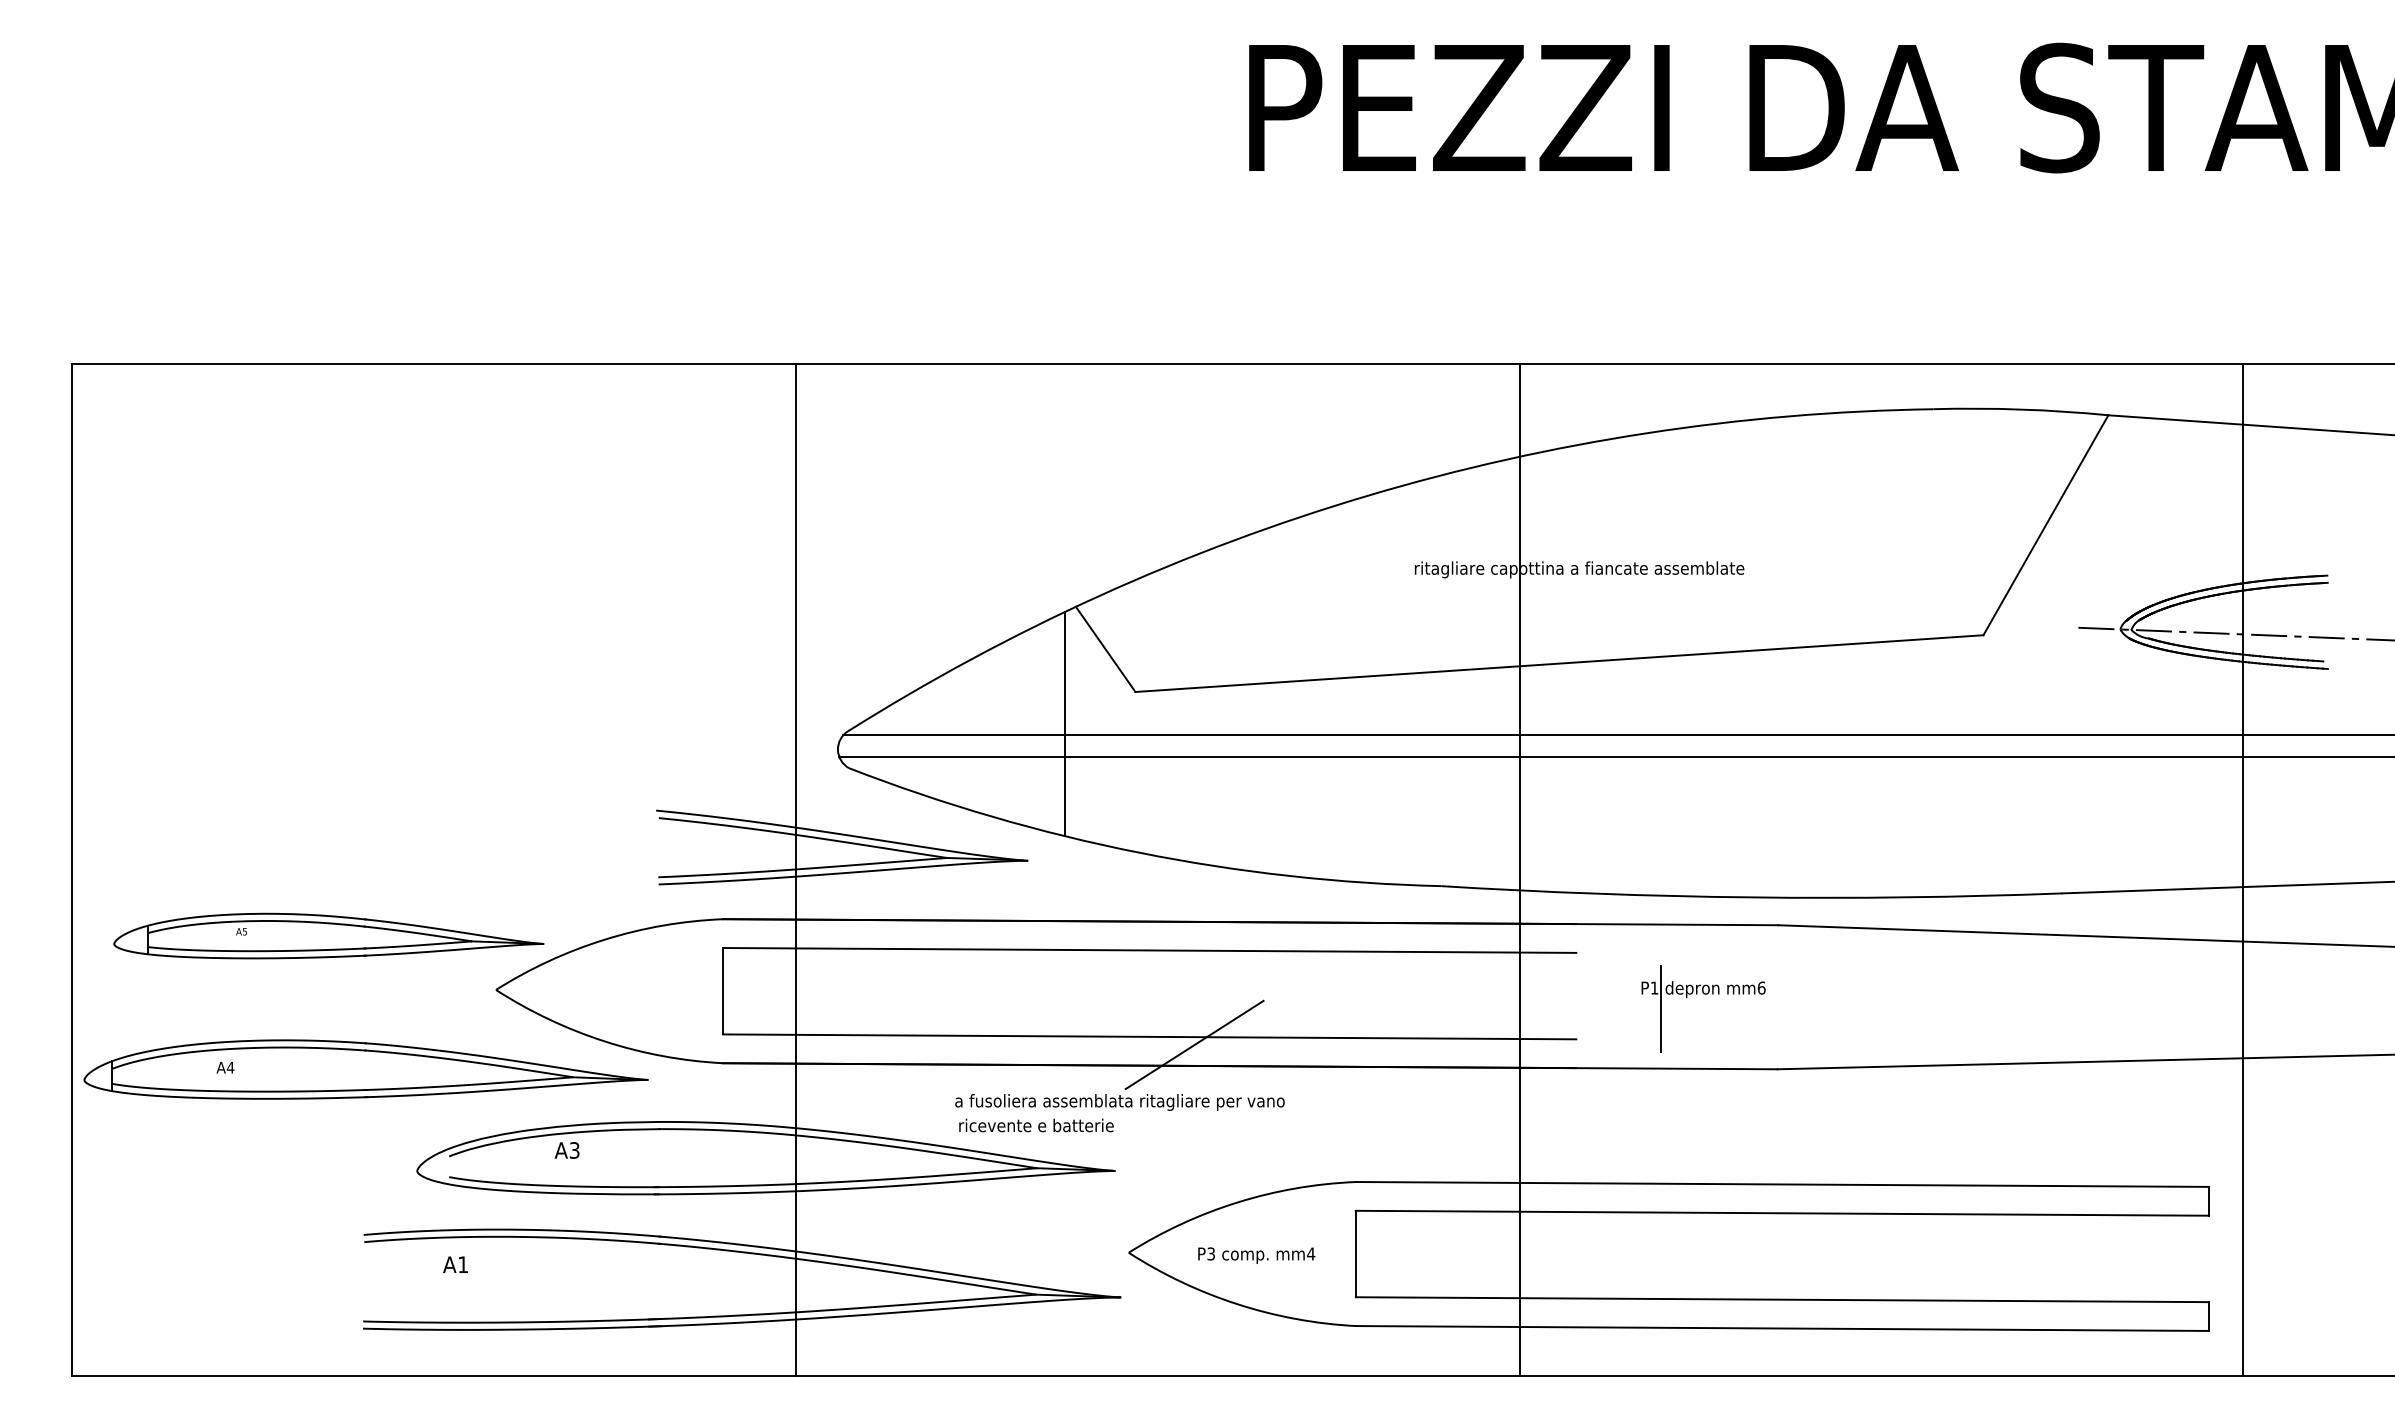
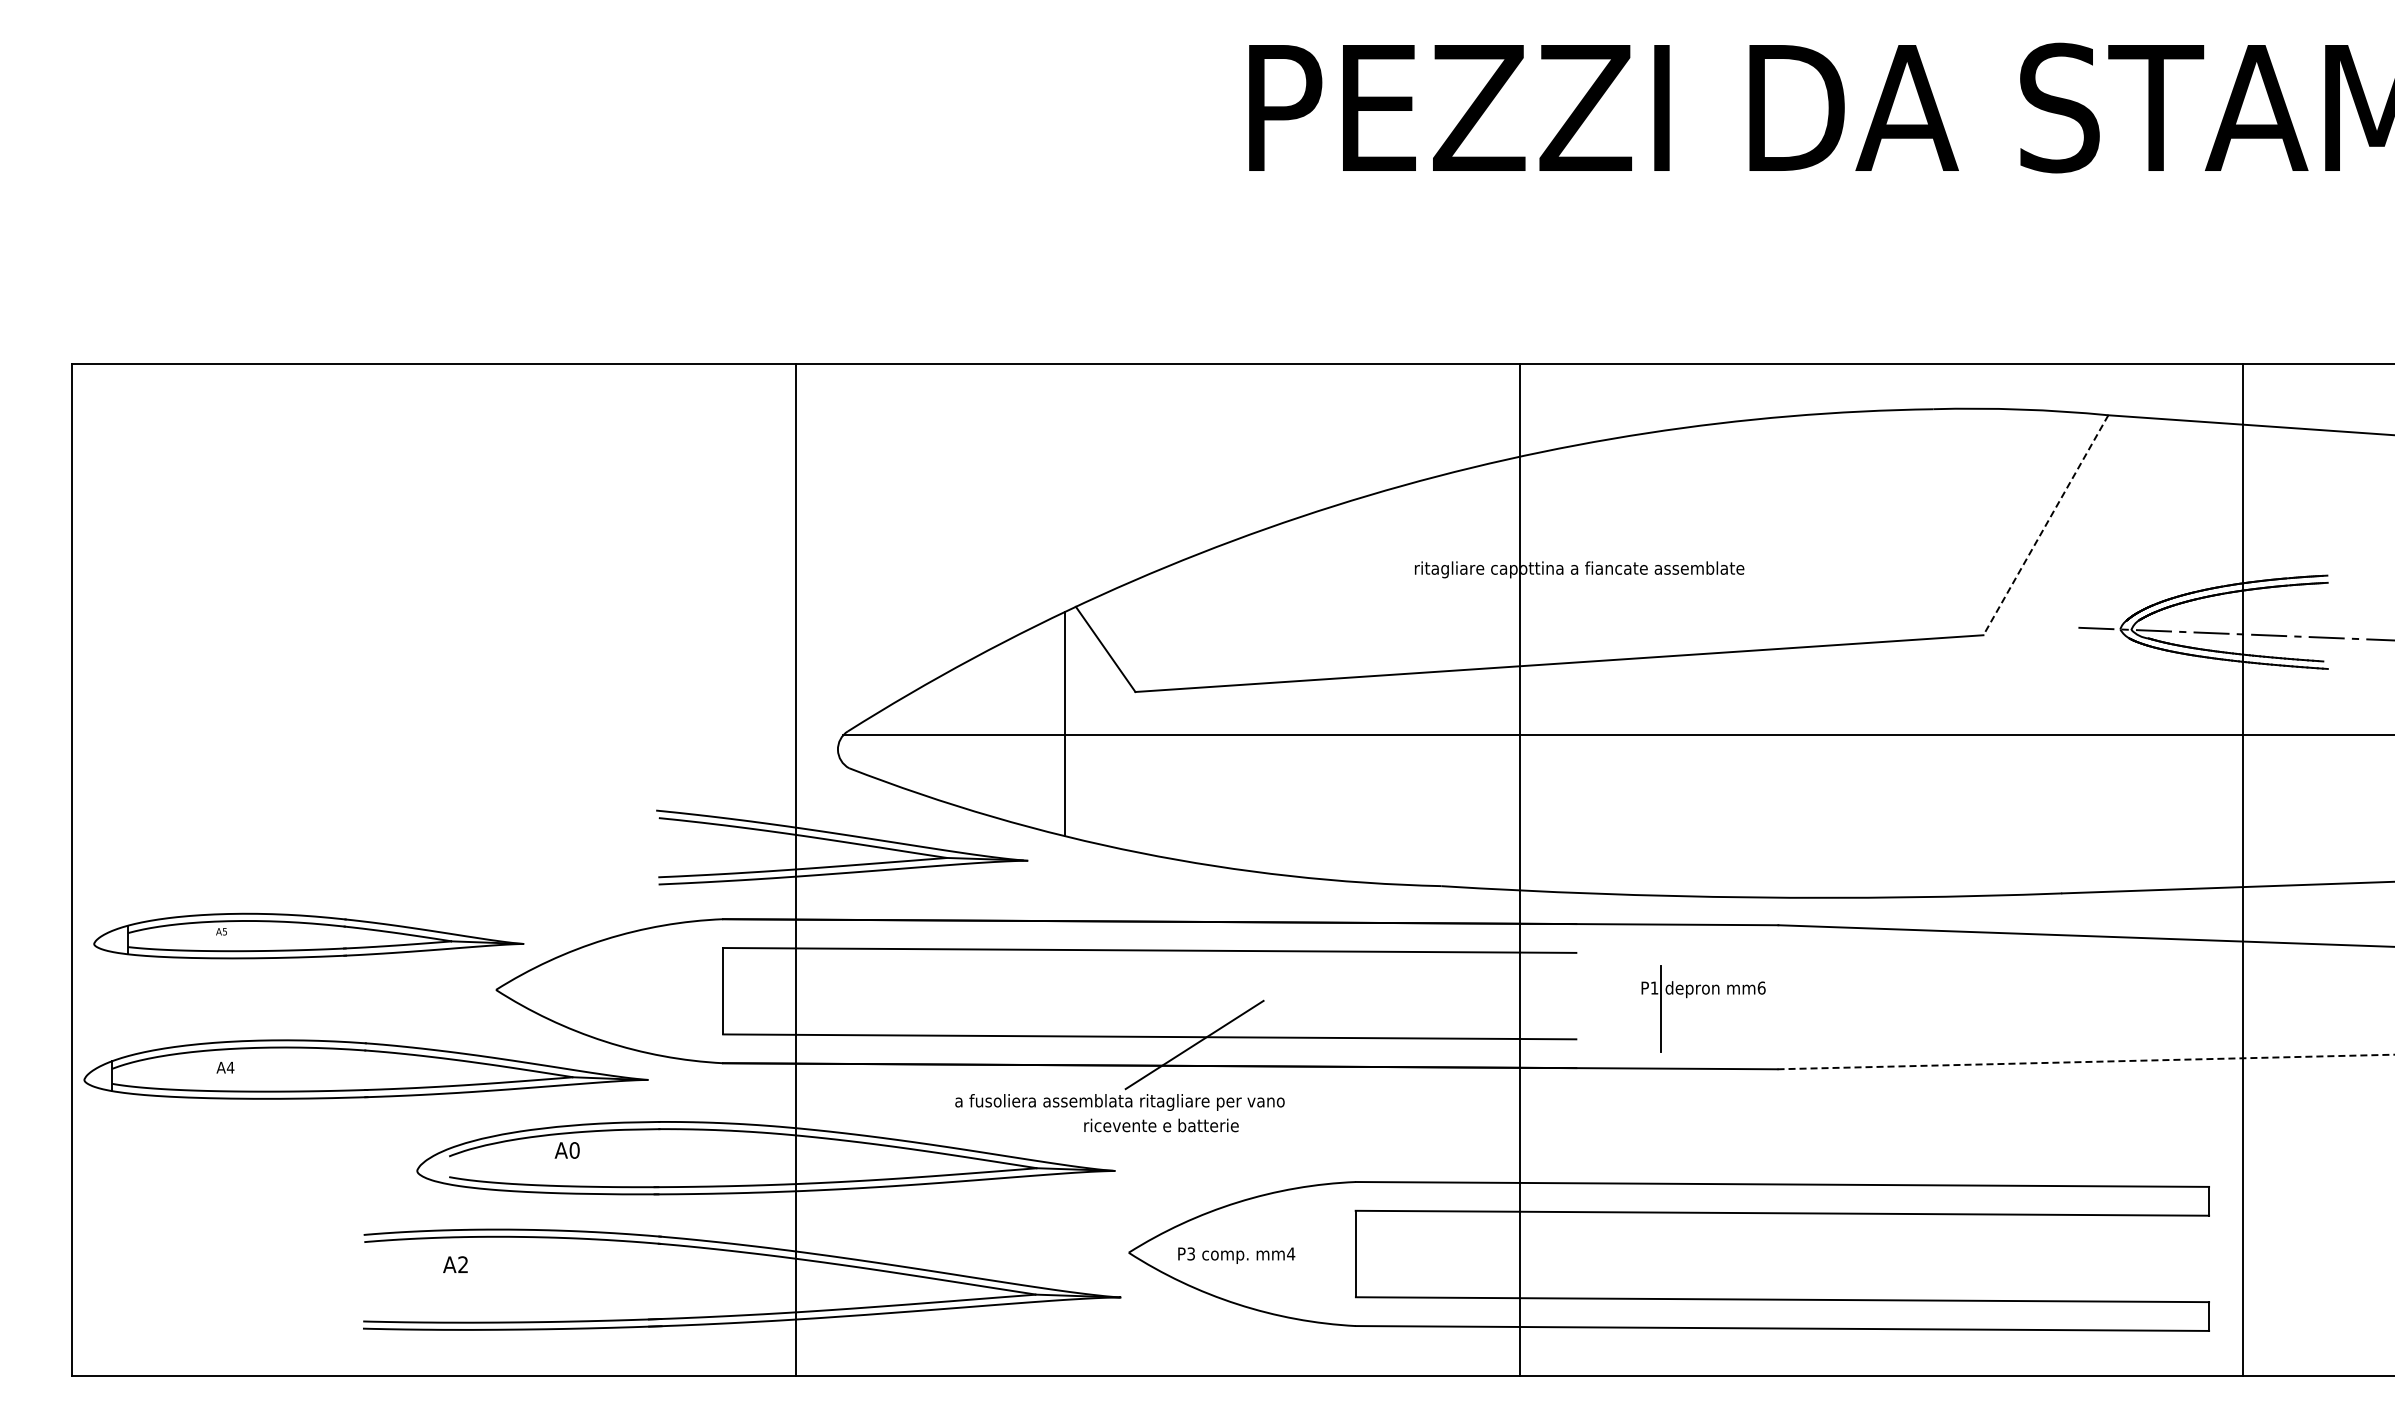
line at (2045, 525): solid -> dashed
line at (1615, 756): present -> none
part at (328, 935) position: (328, 935) -> (308, 935)
line at (2086, 1061): solid -> dashed
text at (1036, 1125) position: (1036, 1125) -> (1161, 1125)
text at (574, 1150): A3 -> A0
text at (1256, 1255) position: (1256, 1255) -> (1236, 1255)
text at (462, 1264): A1 -> A2
